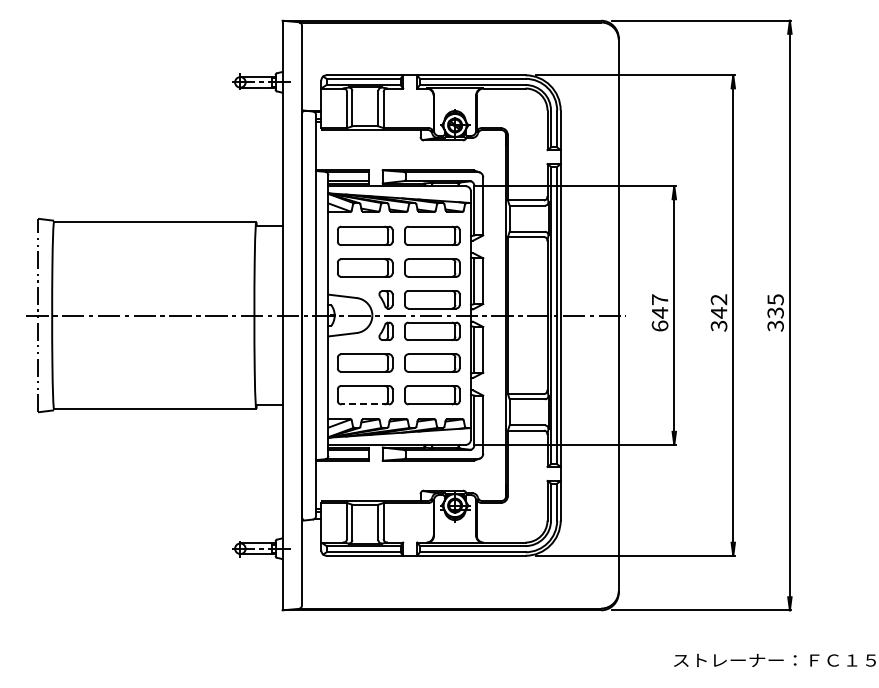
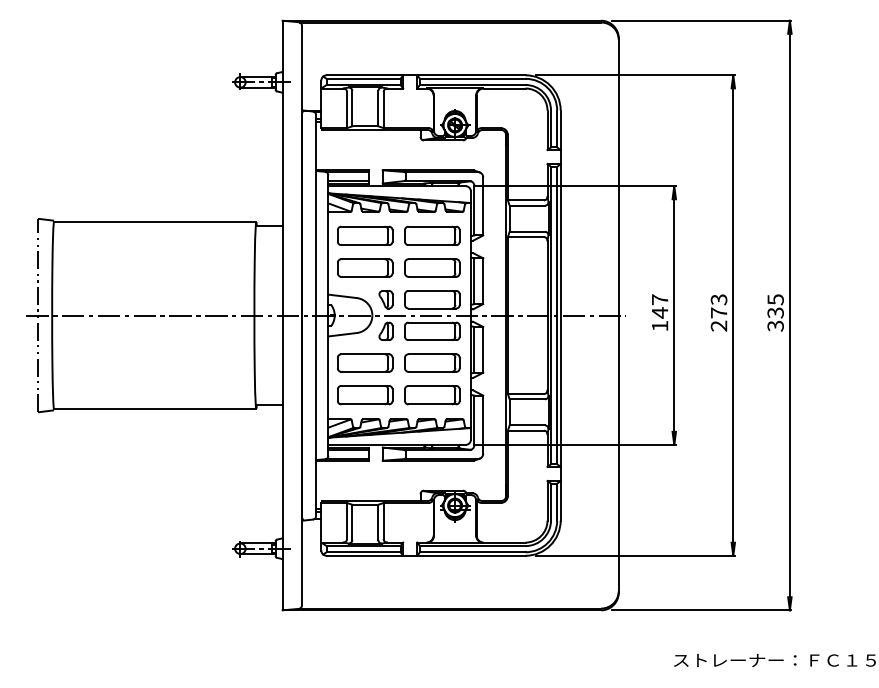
text at (719, 312): 342 -> 273
text at (659, 325): 647 -> 147
line at (365, 404): dashed -> solid
